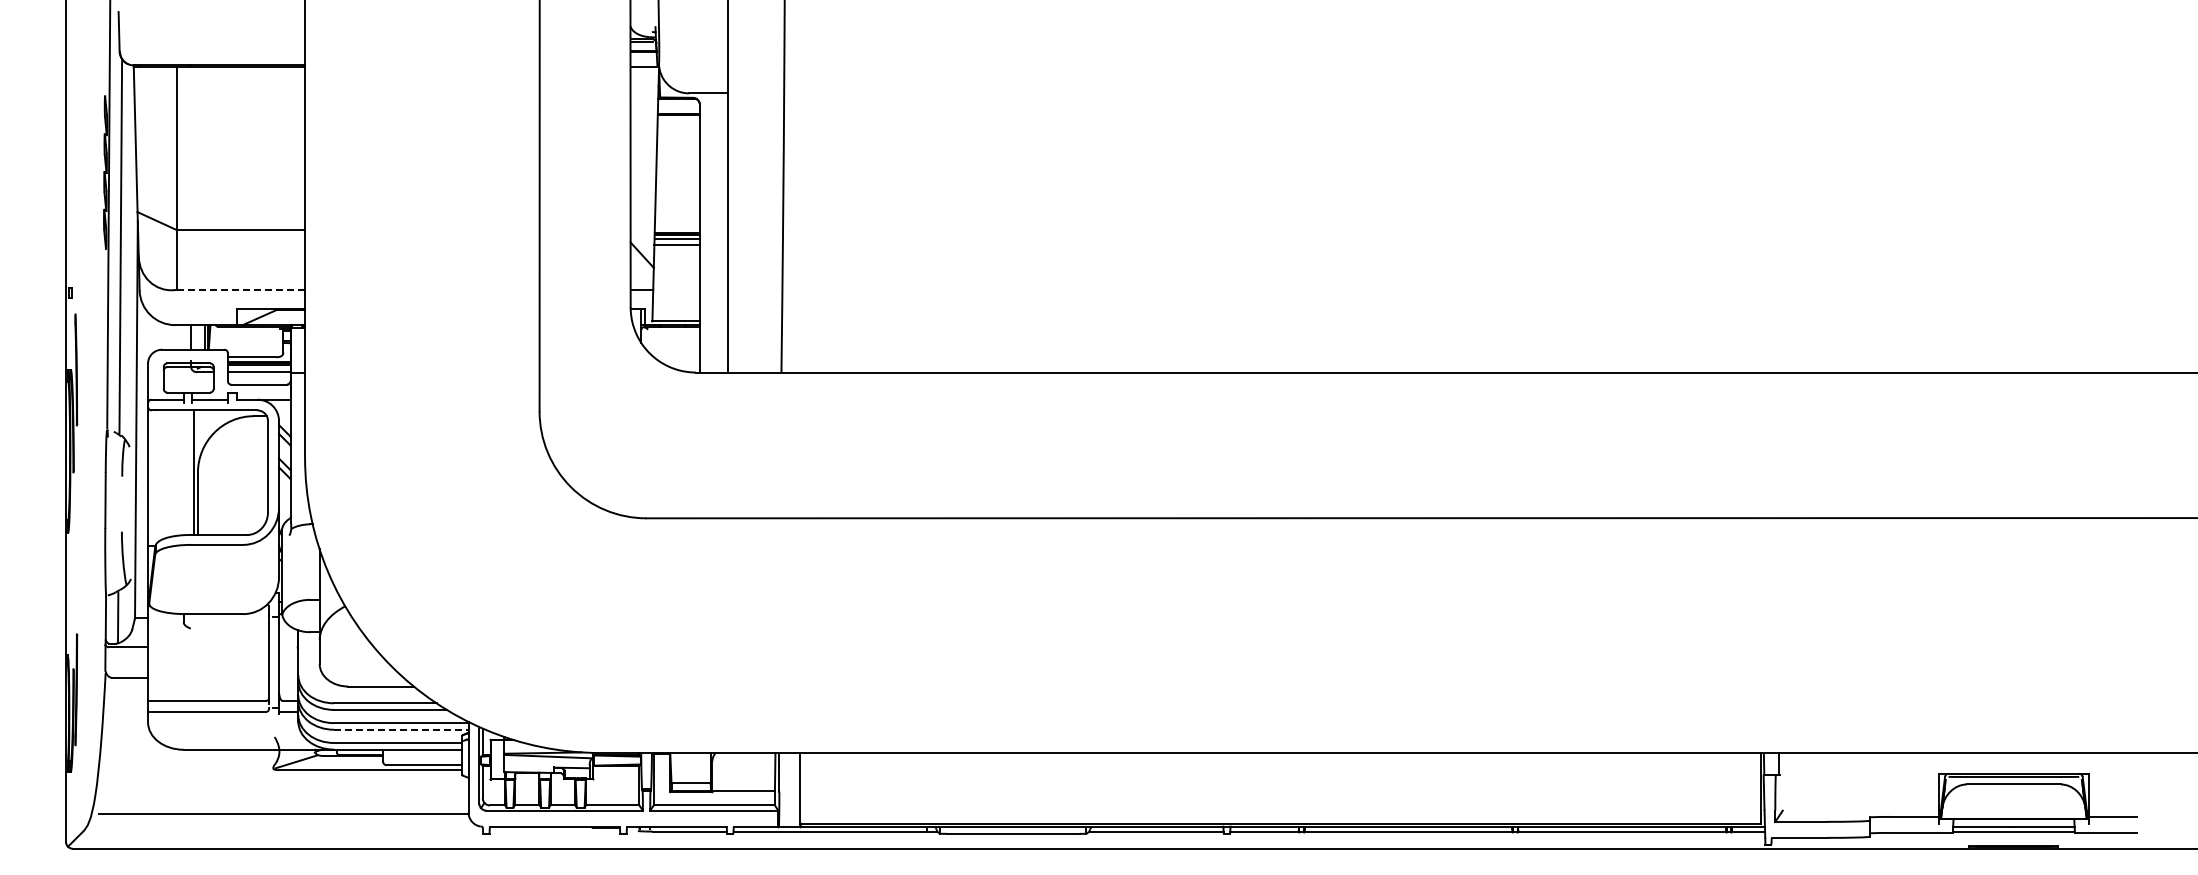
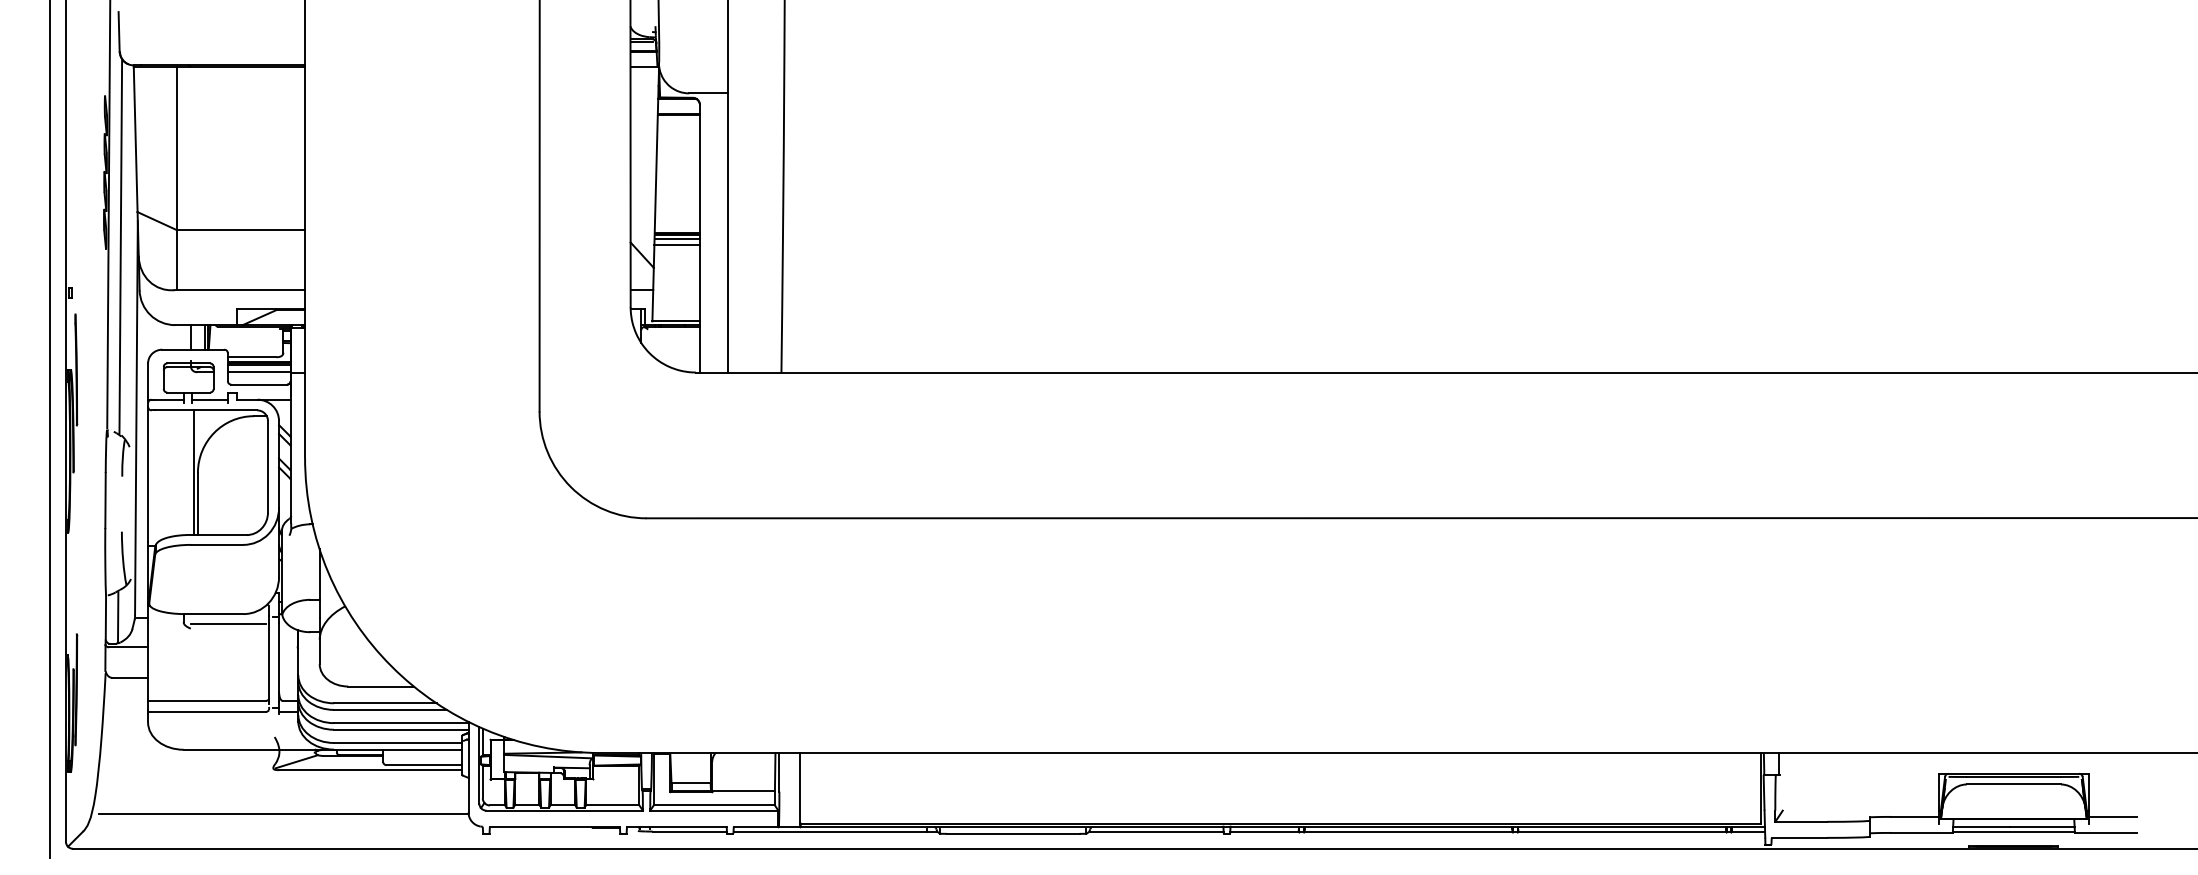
line at (240, 289): dashed -> solid
line at (49, 429): none -> present
line at (227, 624): none -> present
line at (401, 729): dashed -> solid
